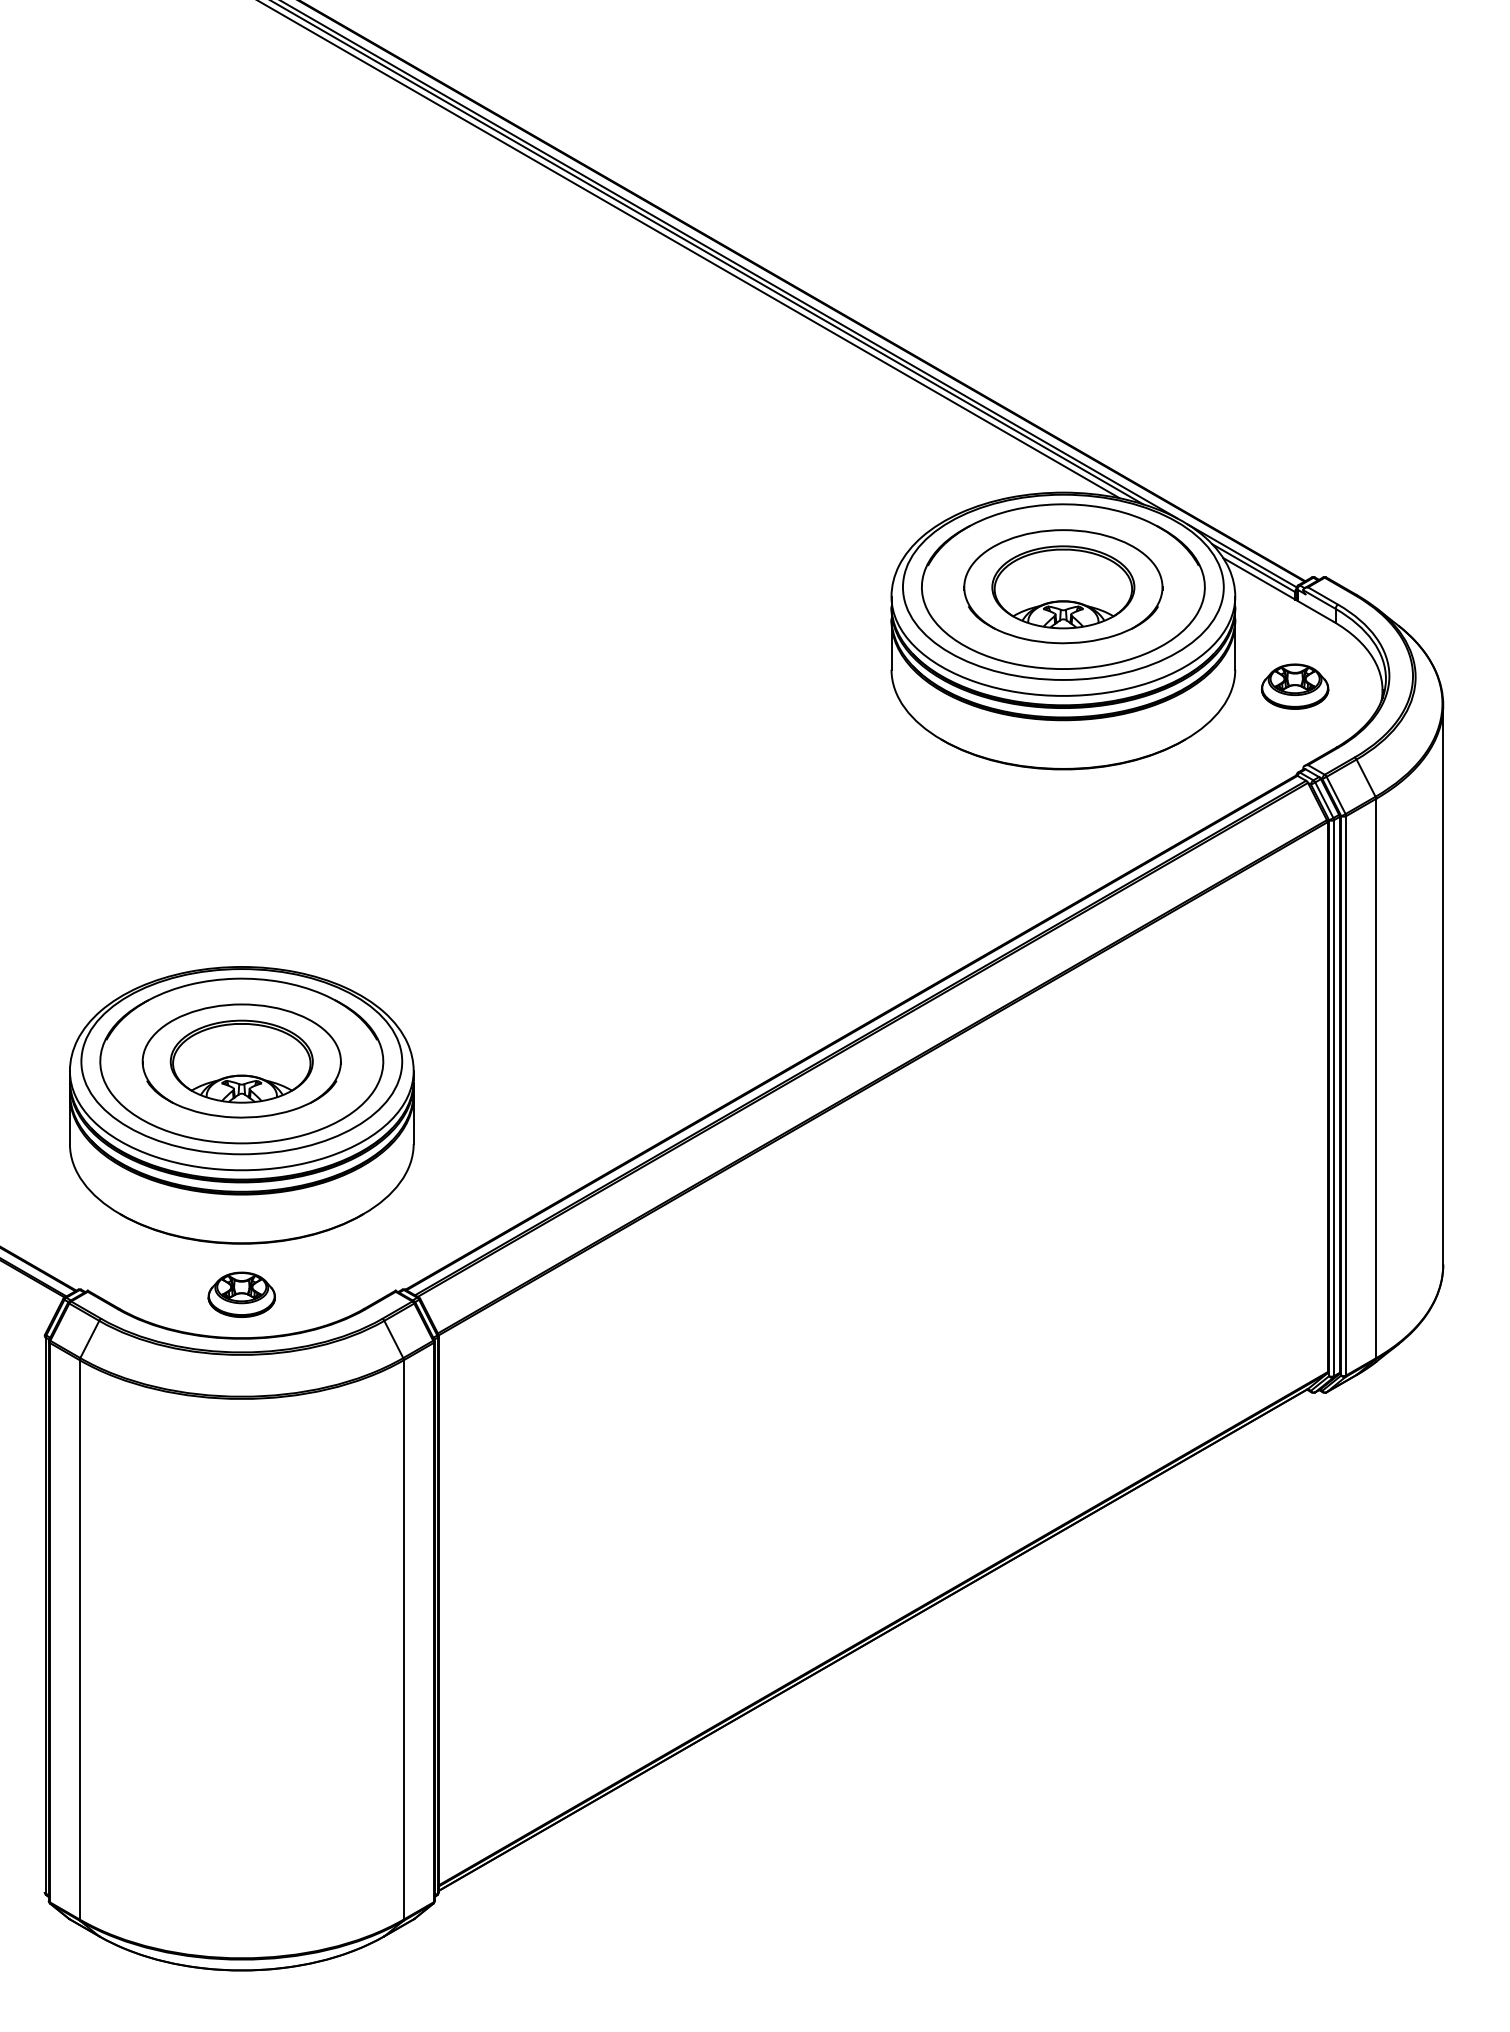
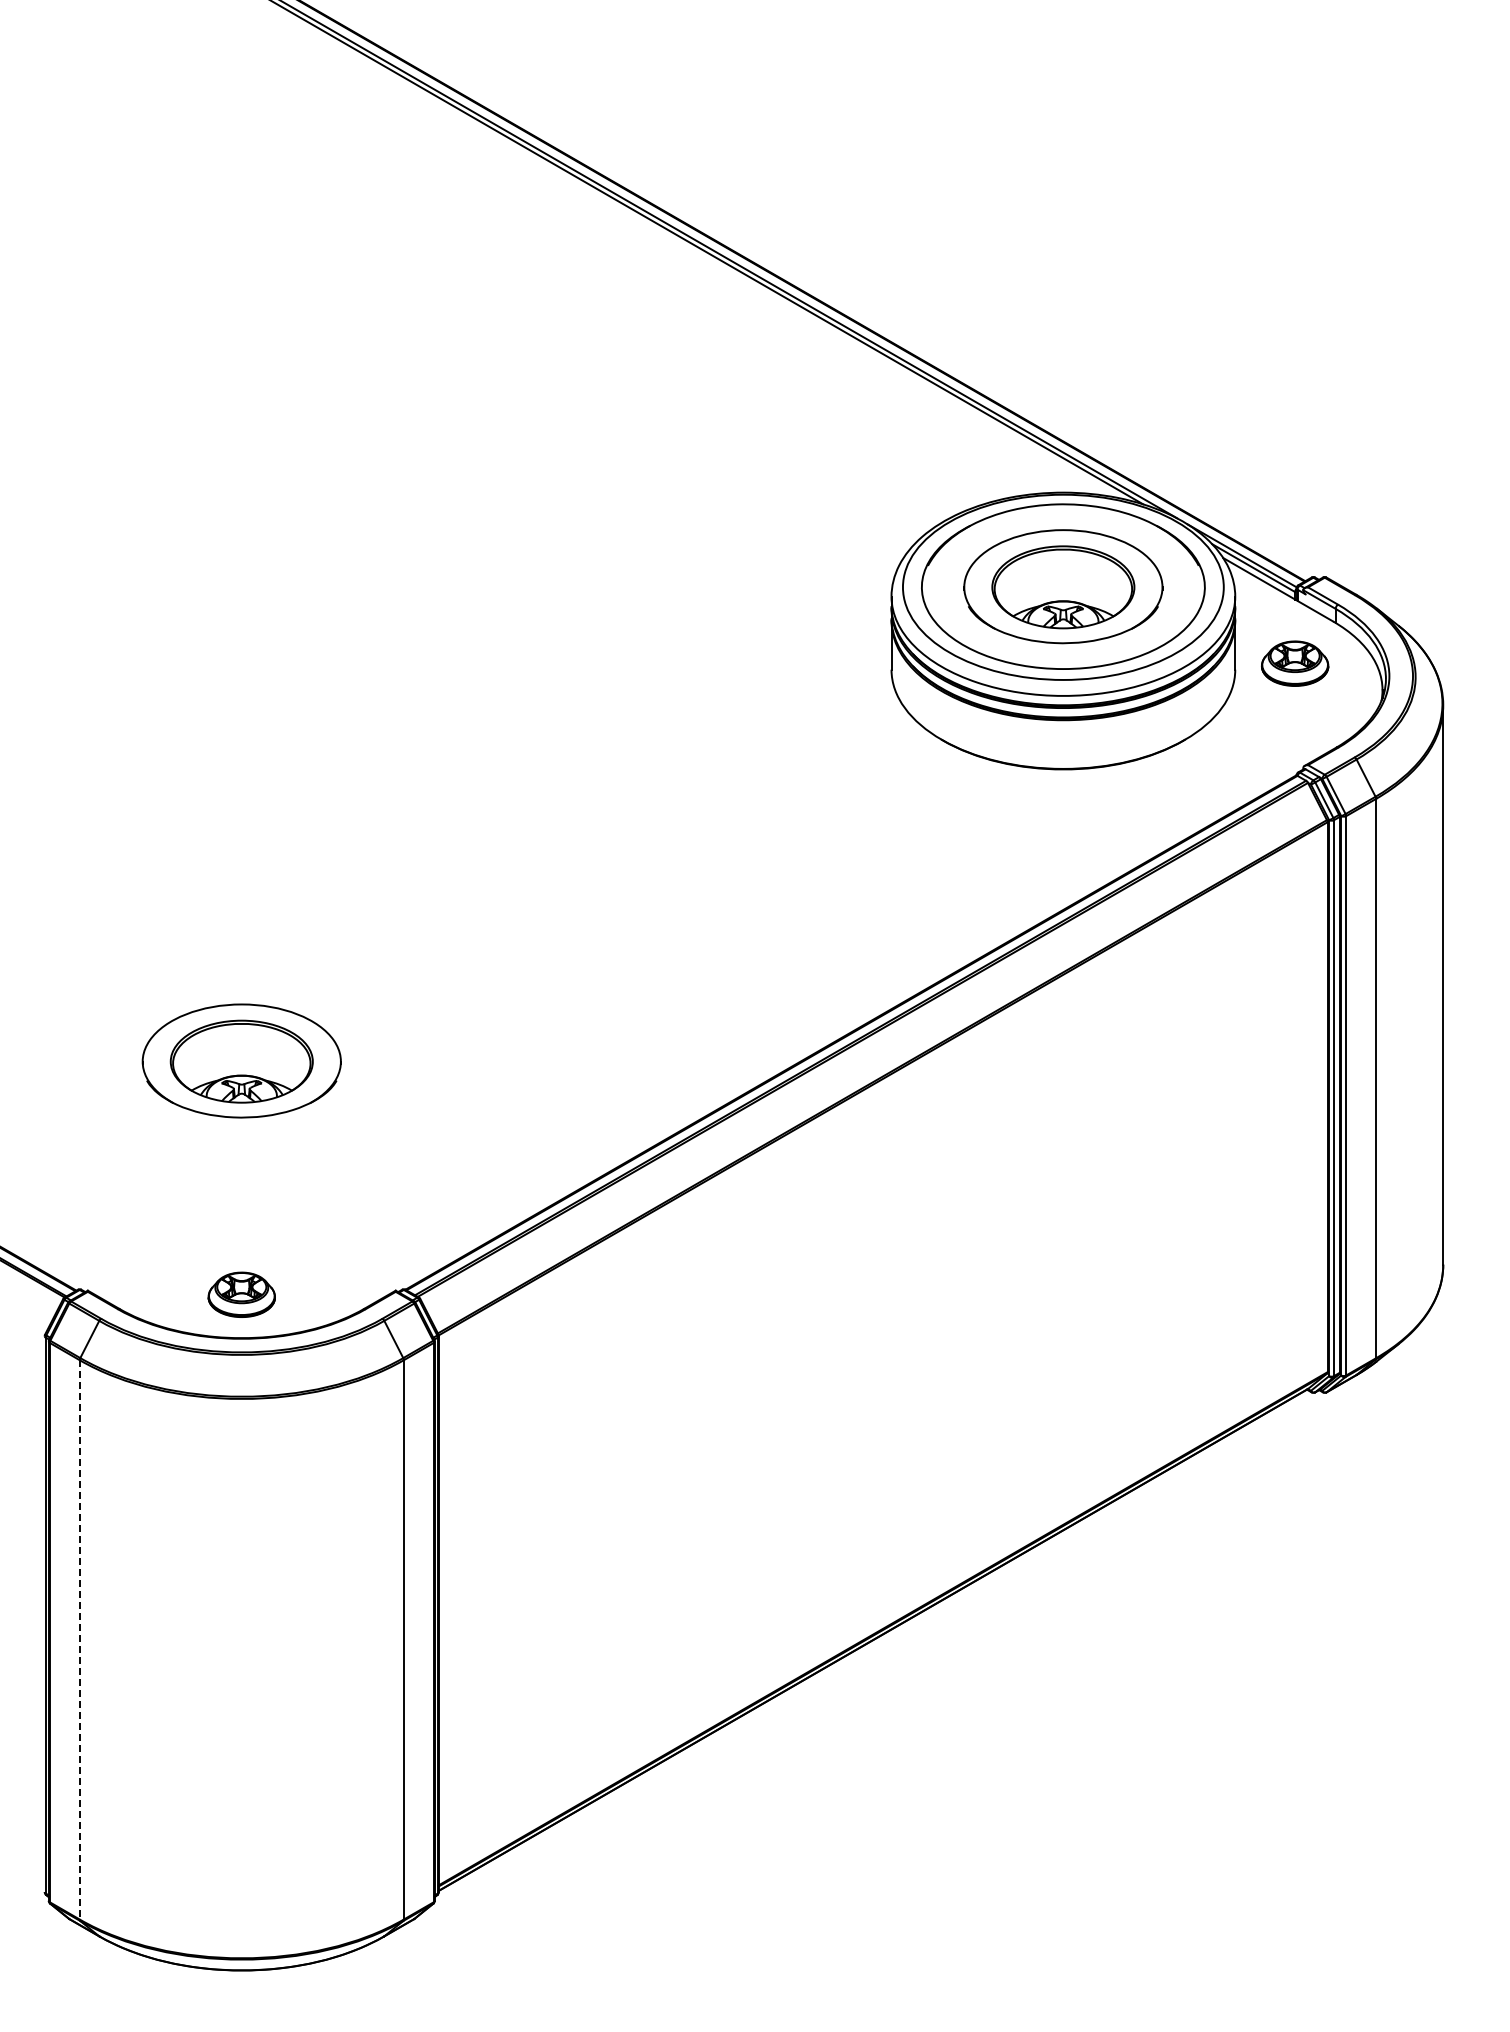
line at (689, 250): present -> none
part at (1295, 686) position: (1295, 686) -> (1295, 663)
part at (241, 1105): present -> none
line at (79, 1639): solid -> dashed
